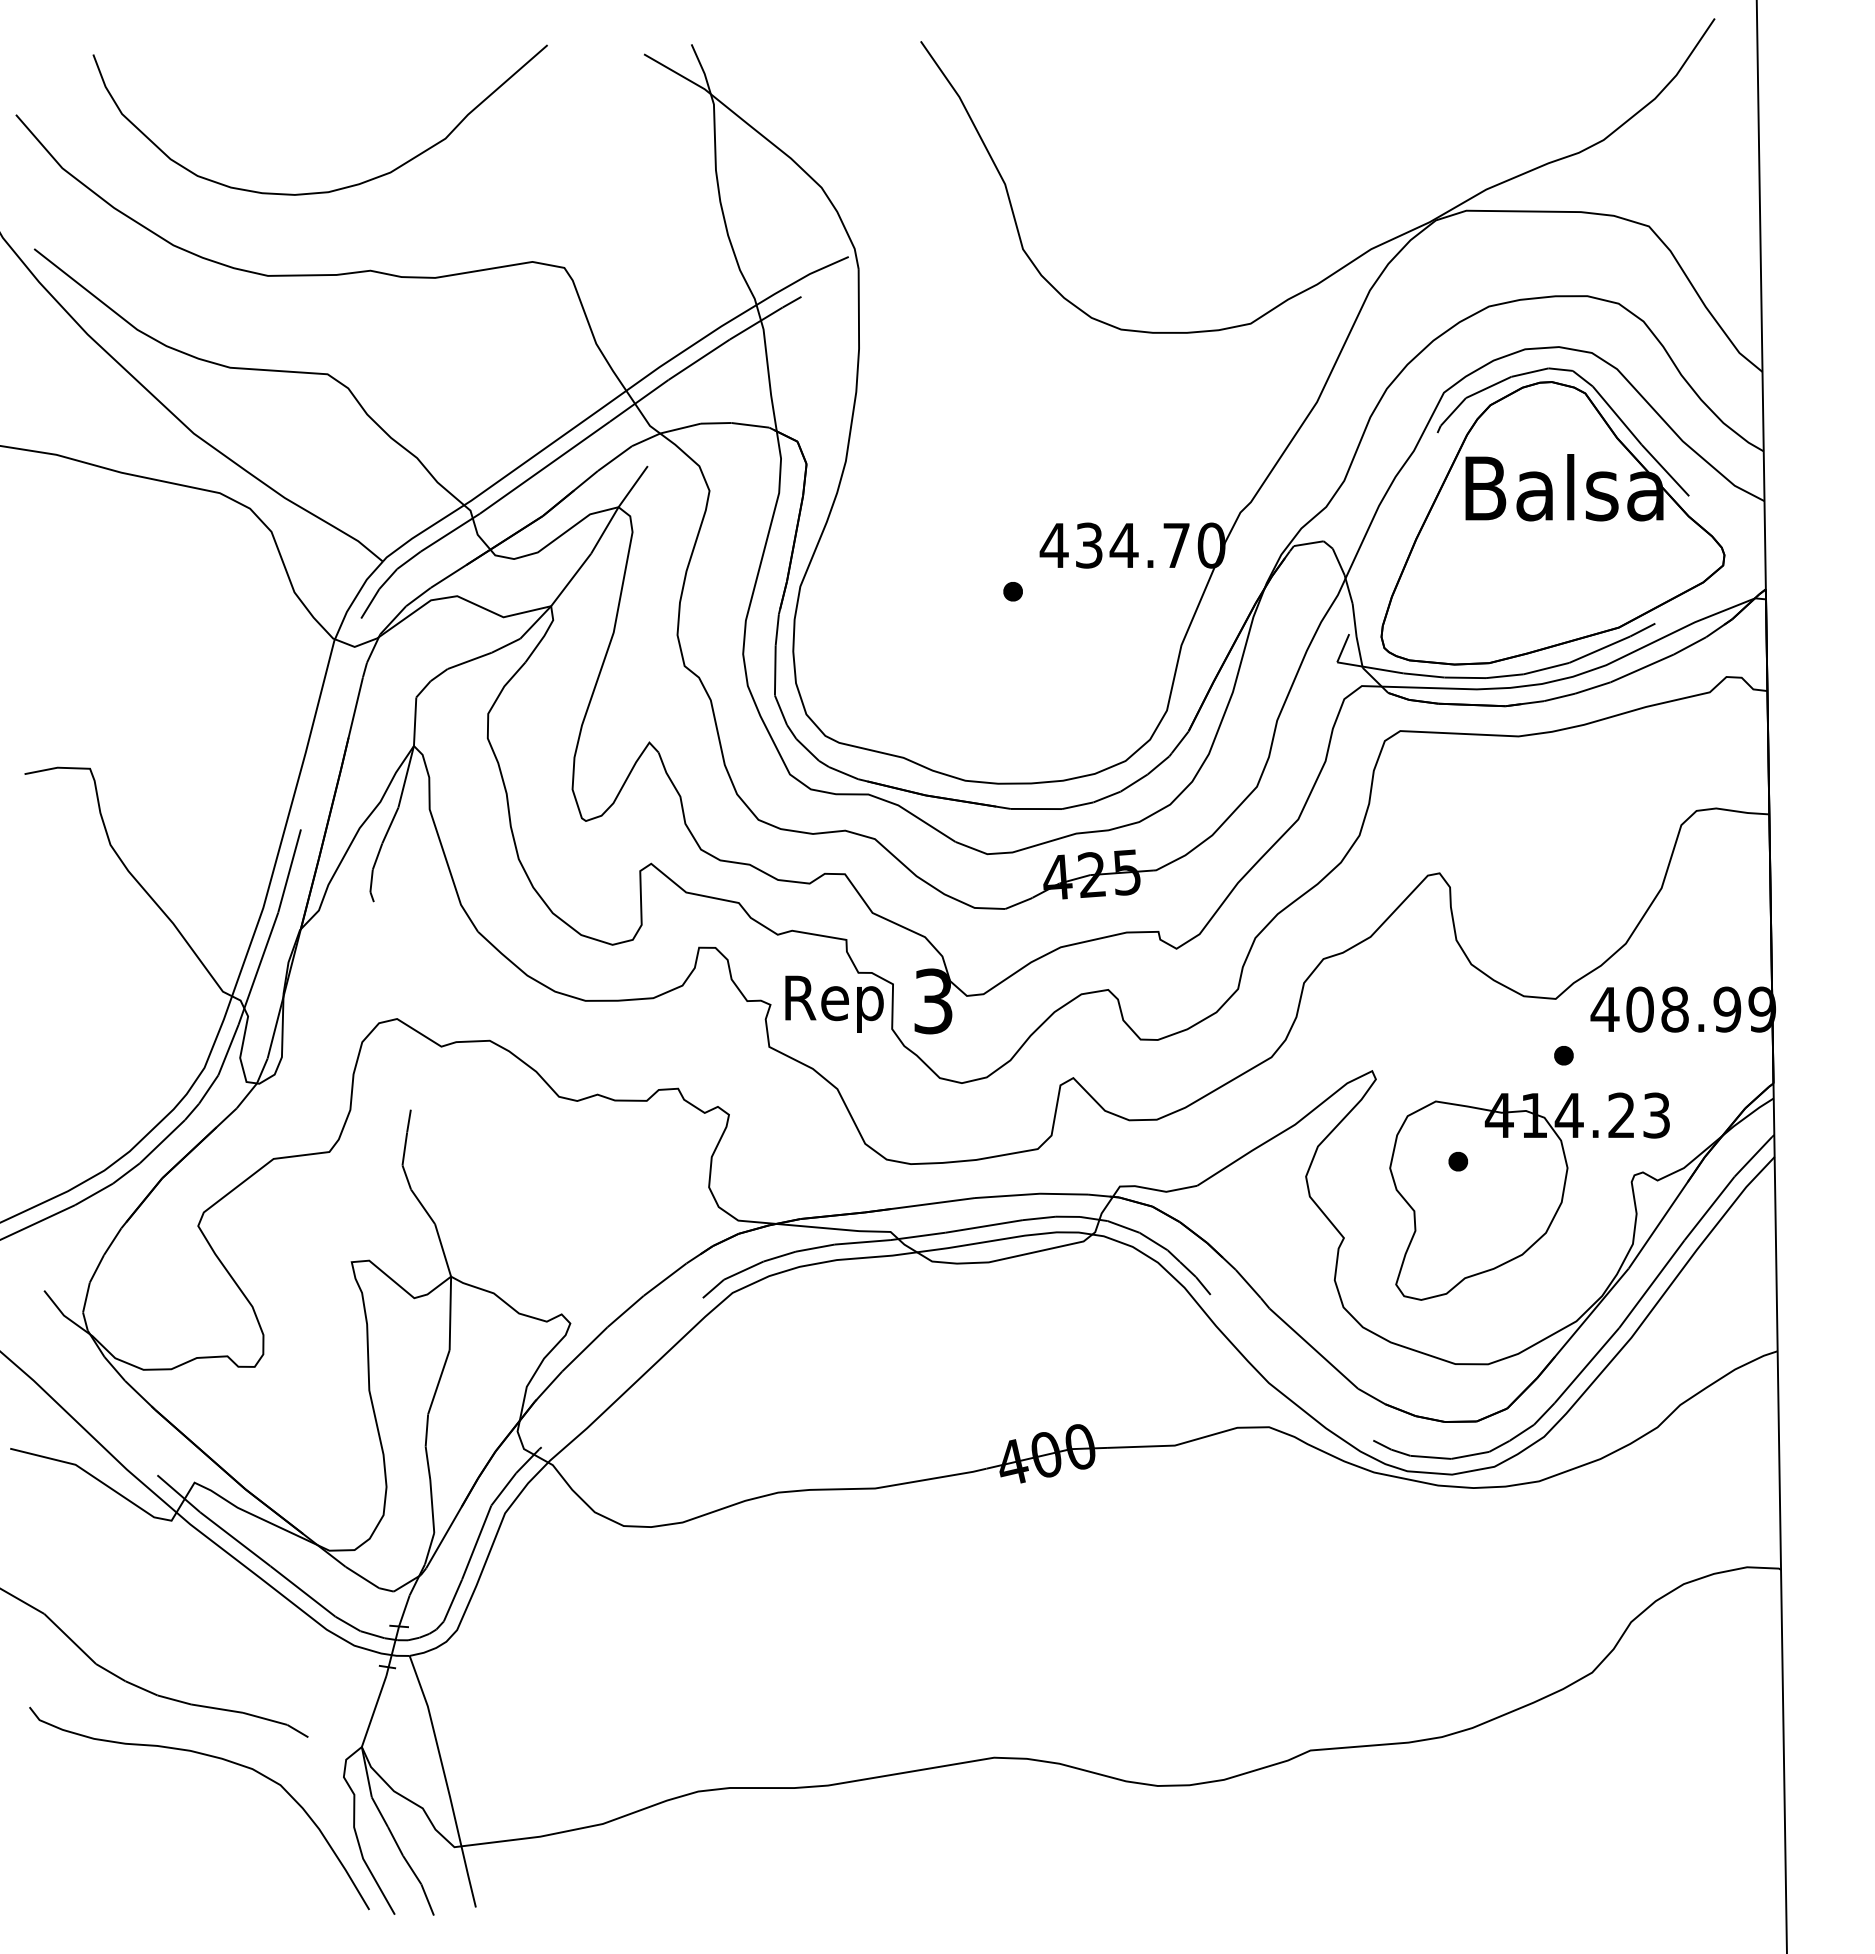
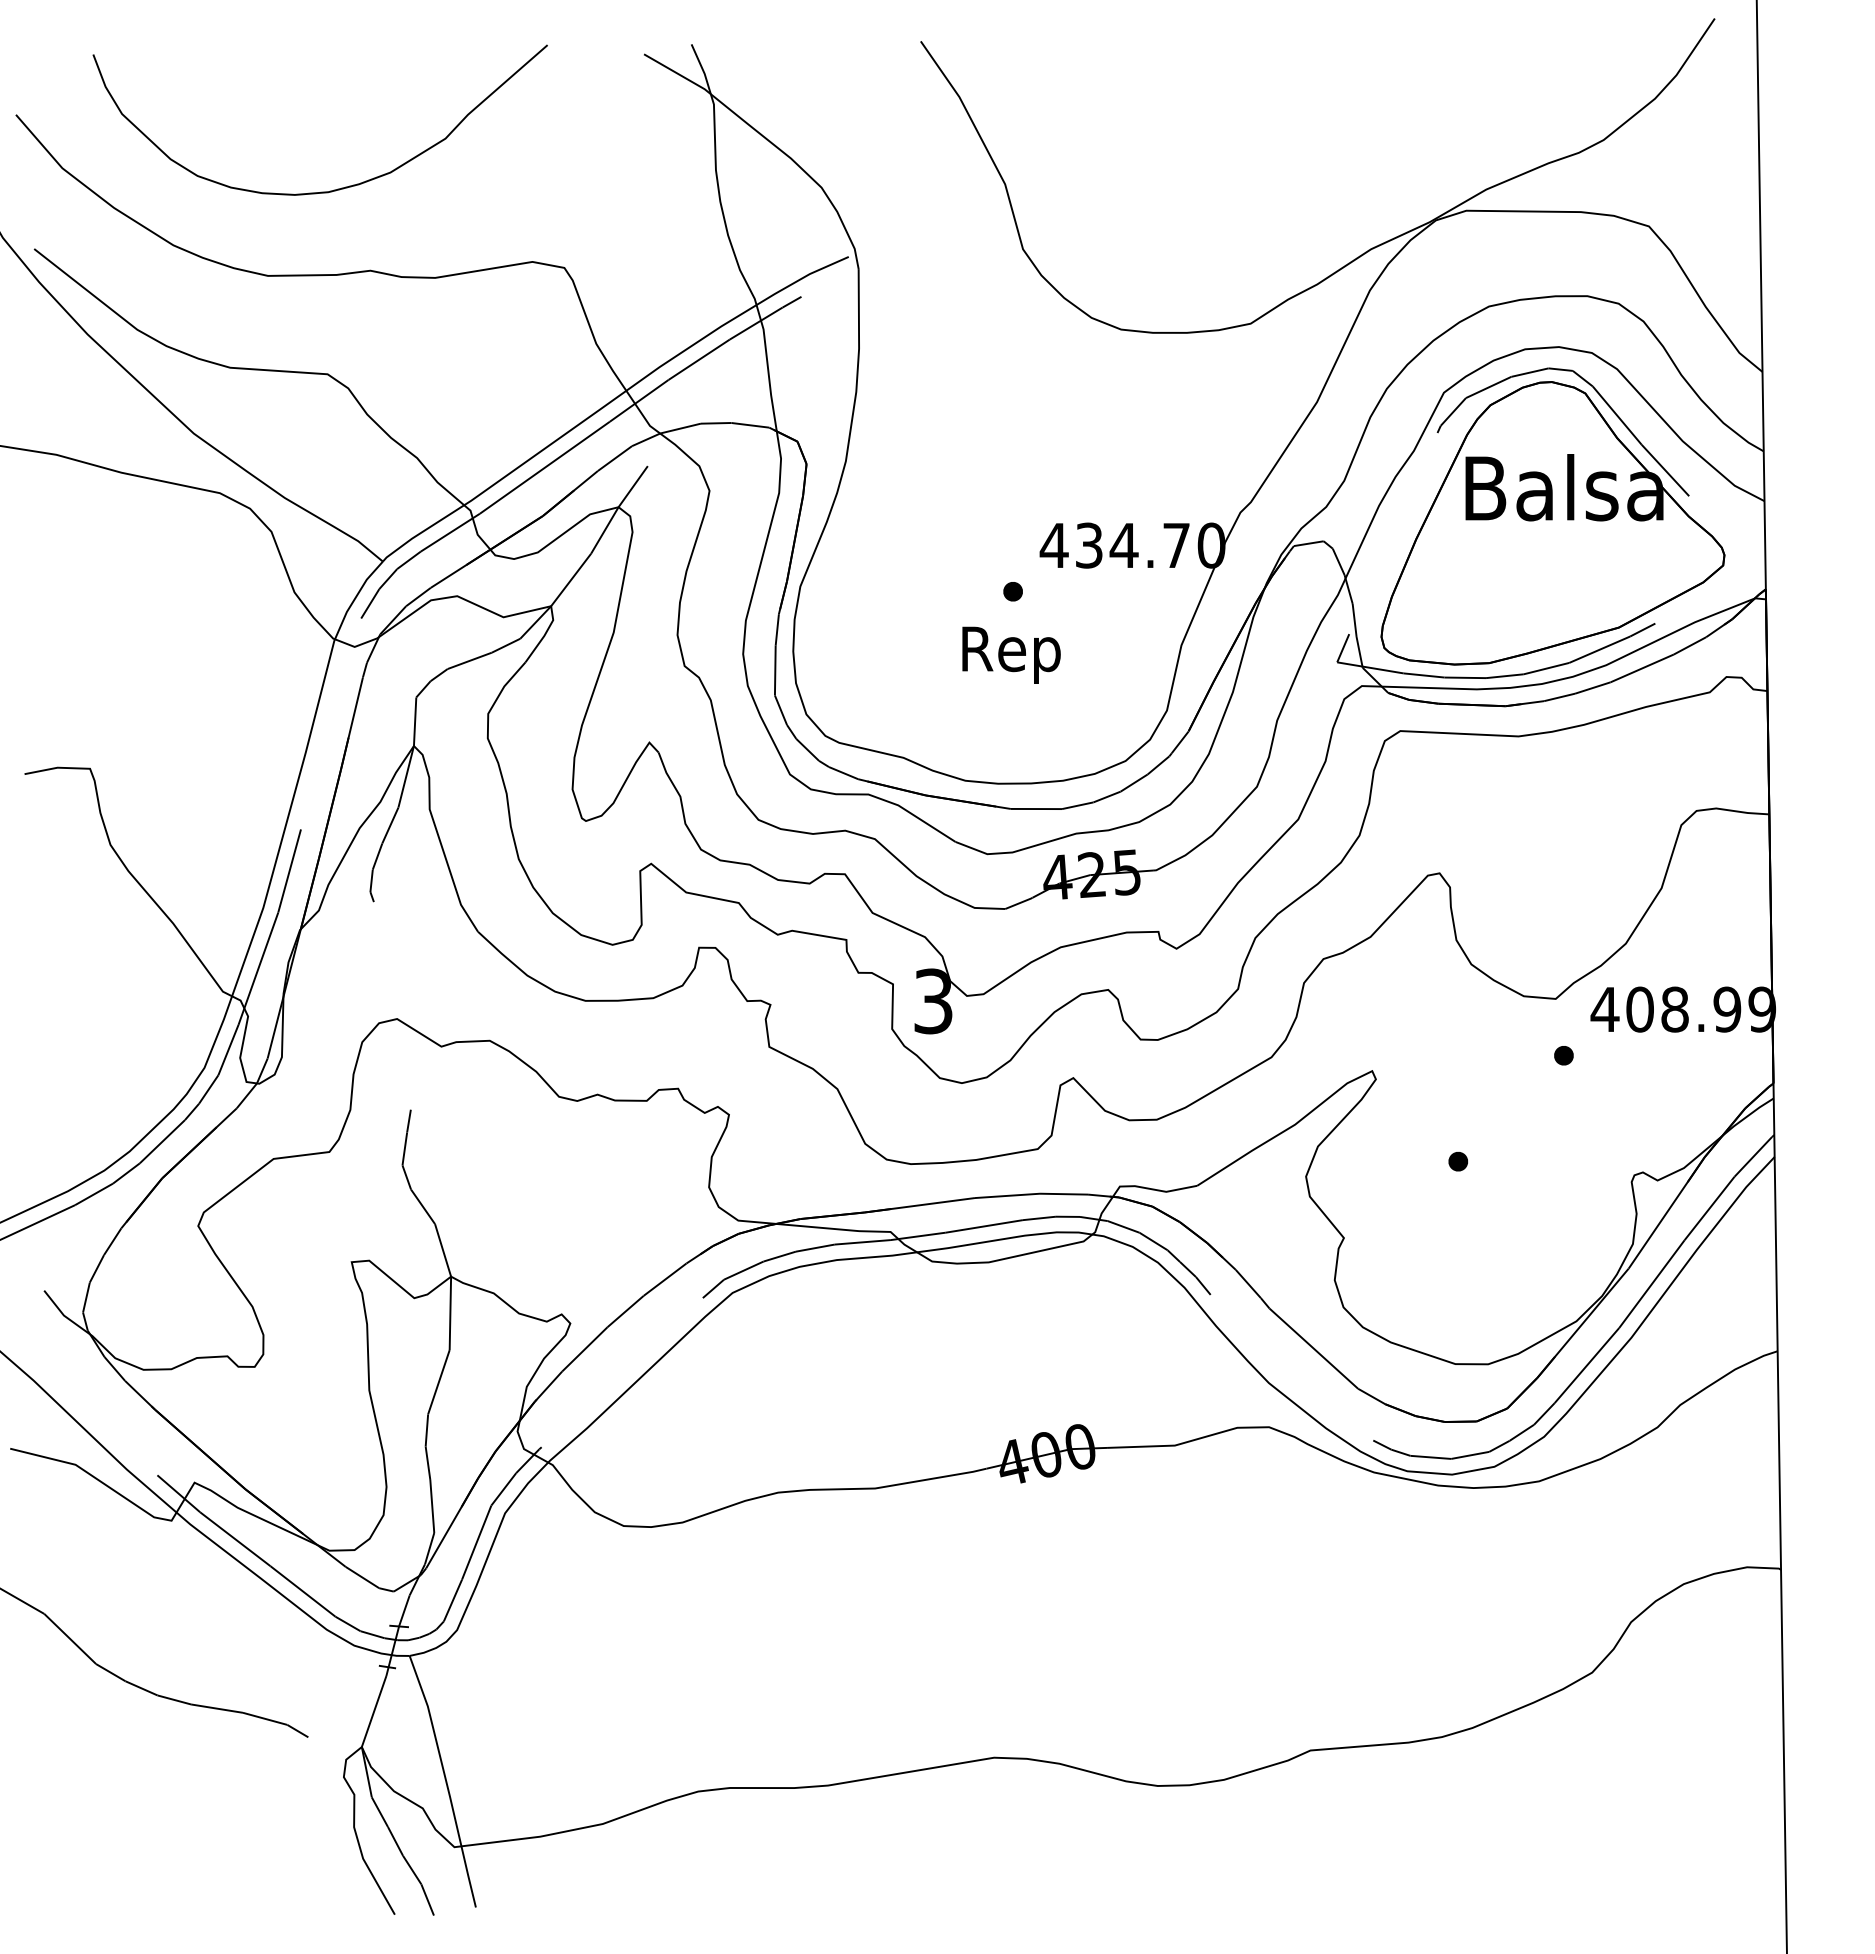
text at (834, 1003) position: (834, 1003) -> (1011, 654)
part at (1529, 1196): present -> none
curve at (212, 1757): present -> none
